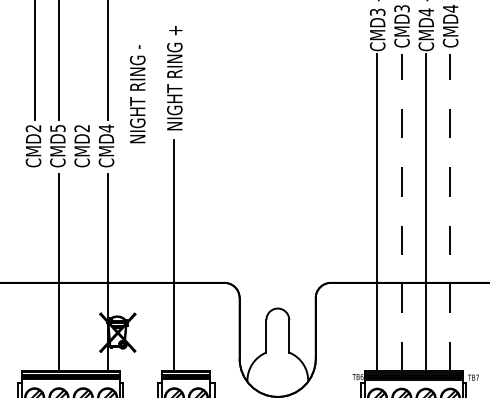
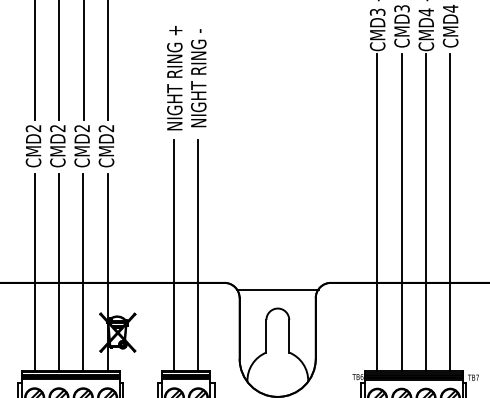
line at (83, 61): none -> present
text at (137, 94) position: (137, 94) -> (198, 78)
text at (57, 128): CMD5 -> CMD2
text at (106, 128): CMD4 -> CMD2
line at (401, 212): dashed -> solid
line at (450, 212): dashed -> solid
line at (198, 254): none -> present
line at (34, 271): none -> present
line at (83, 271): none -> present
line at (277, 289): none -> present
